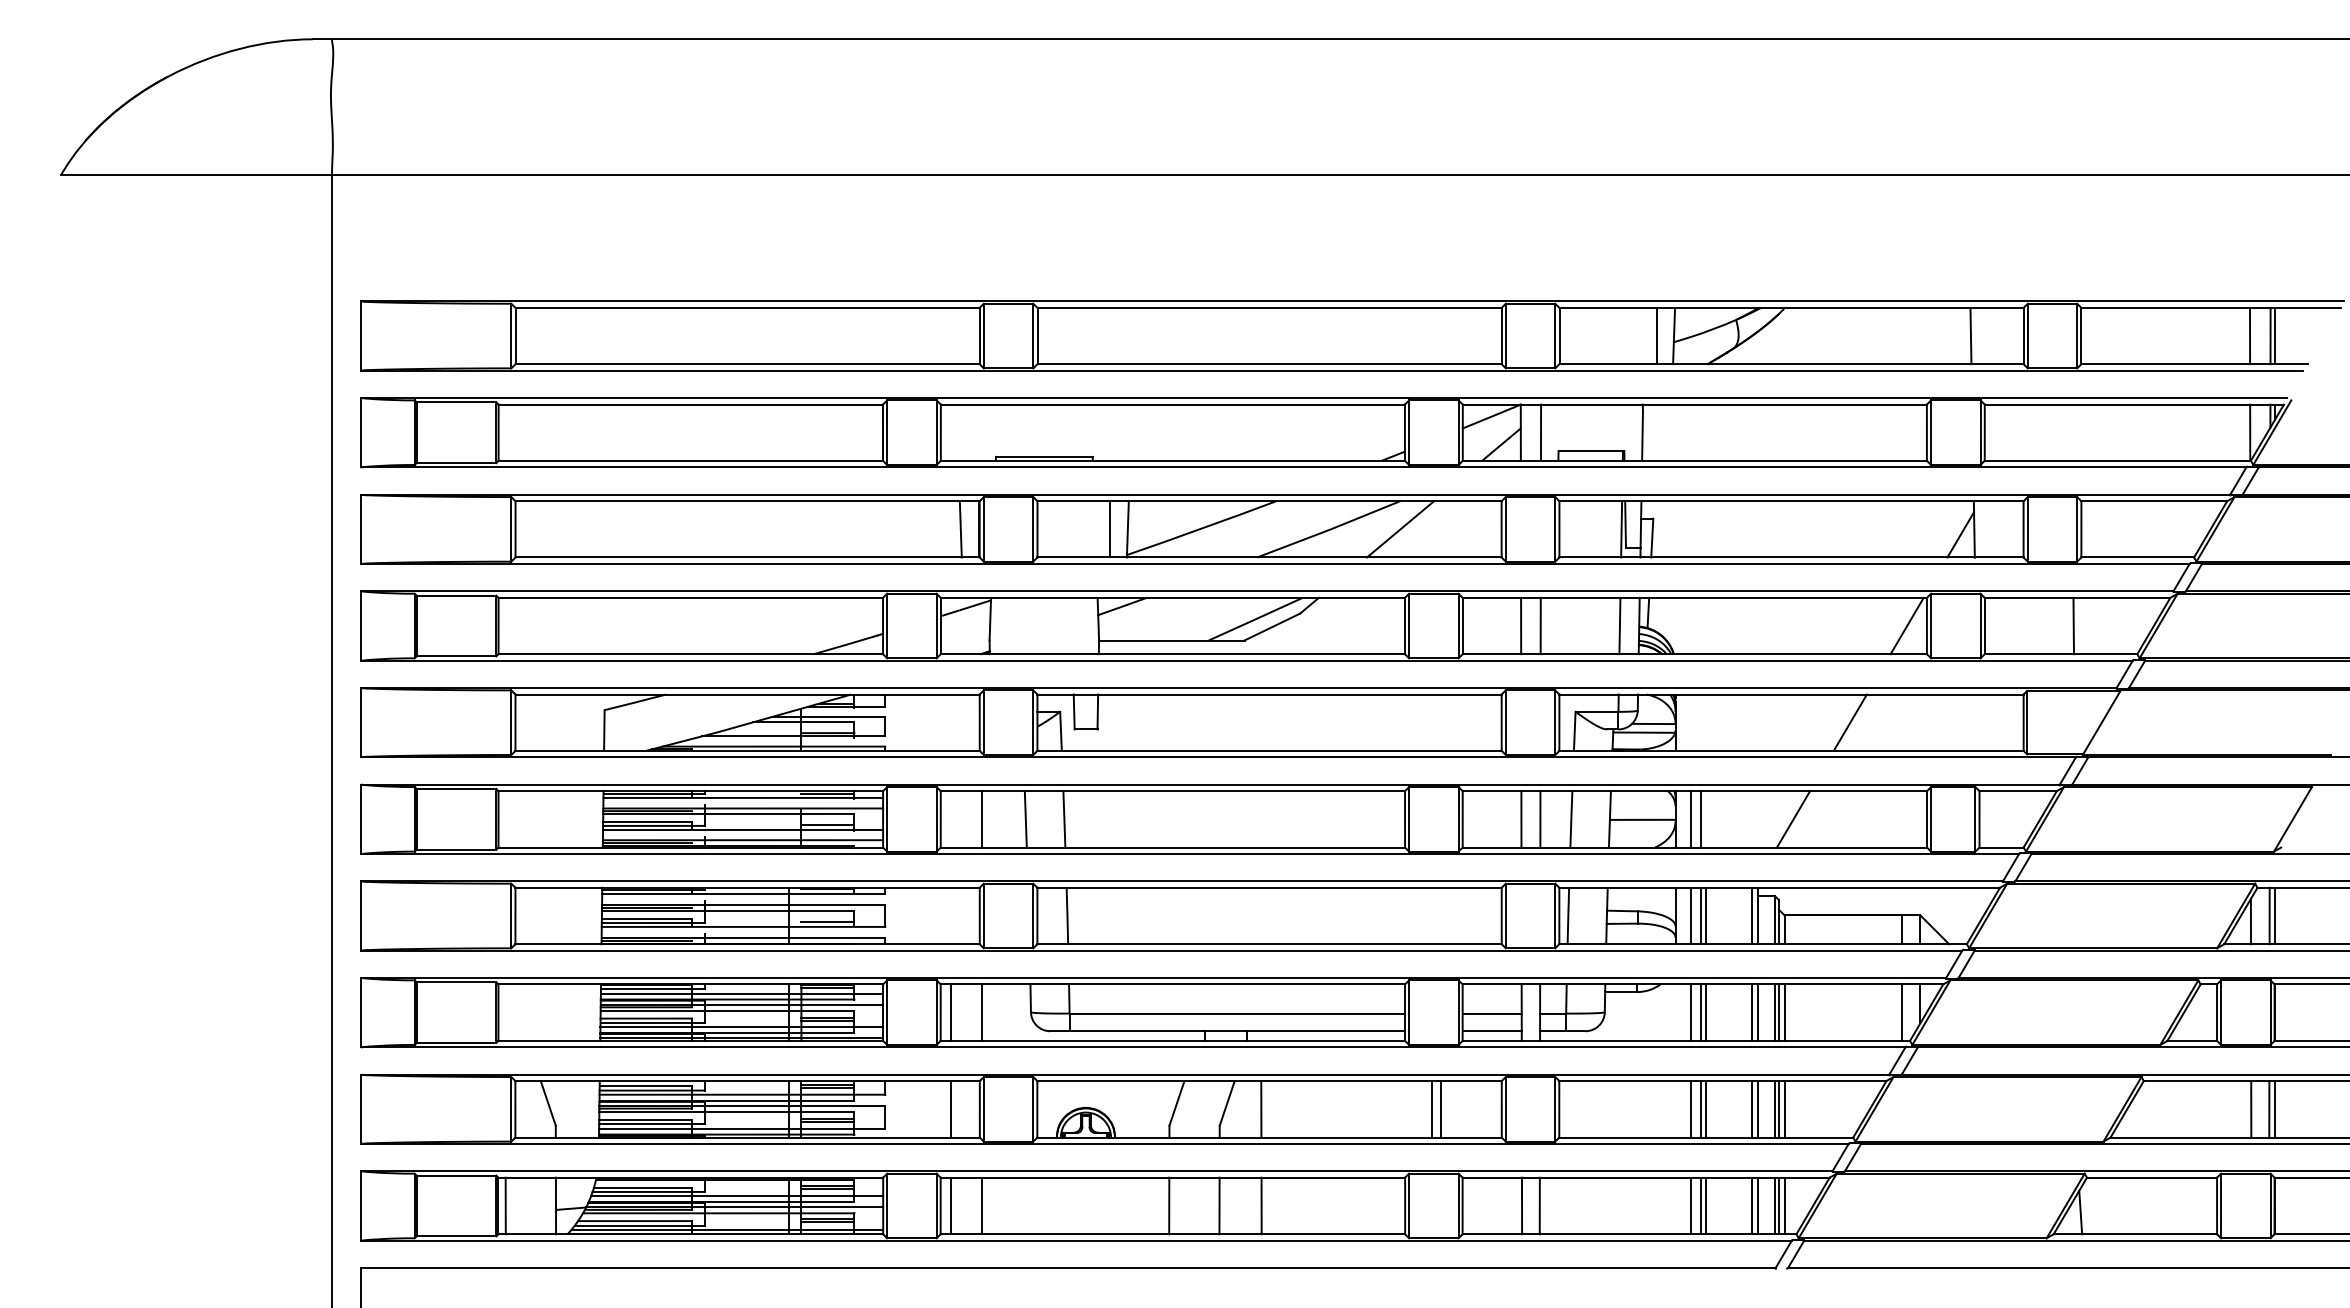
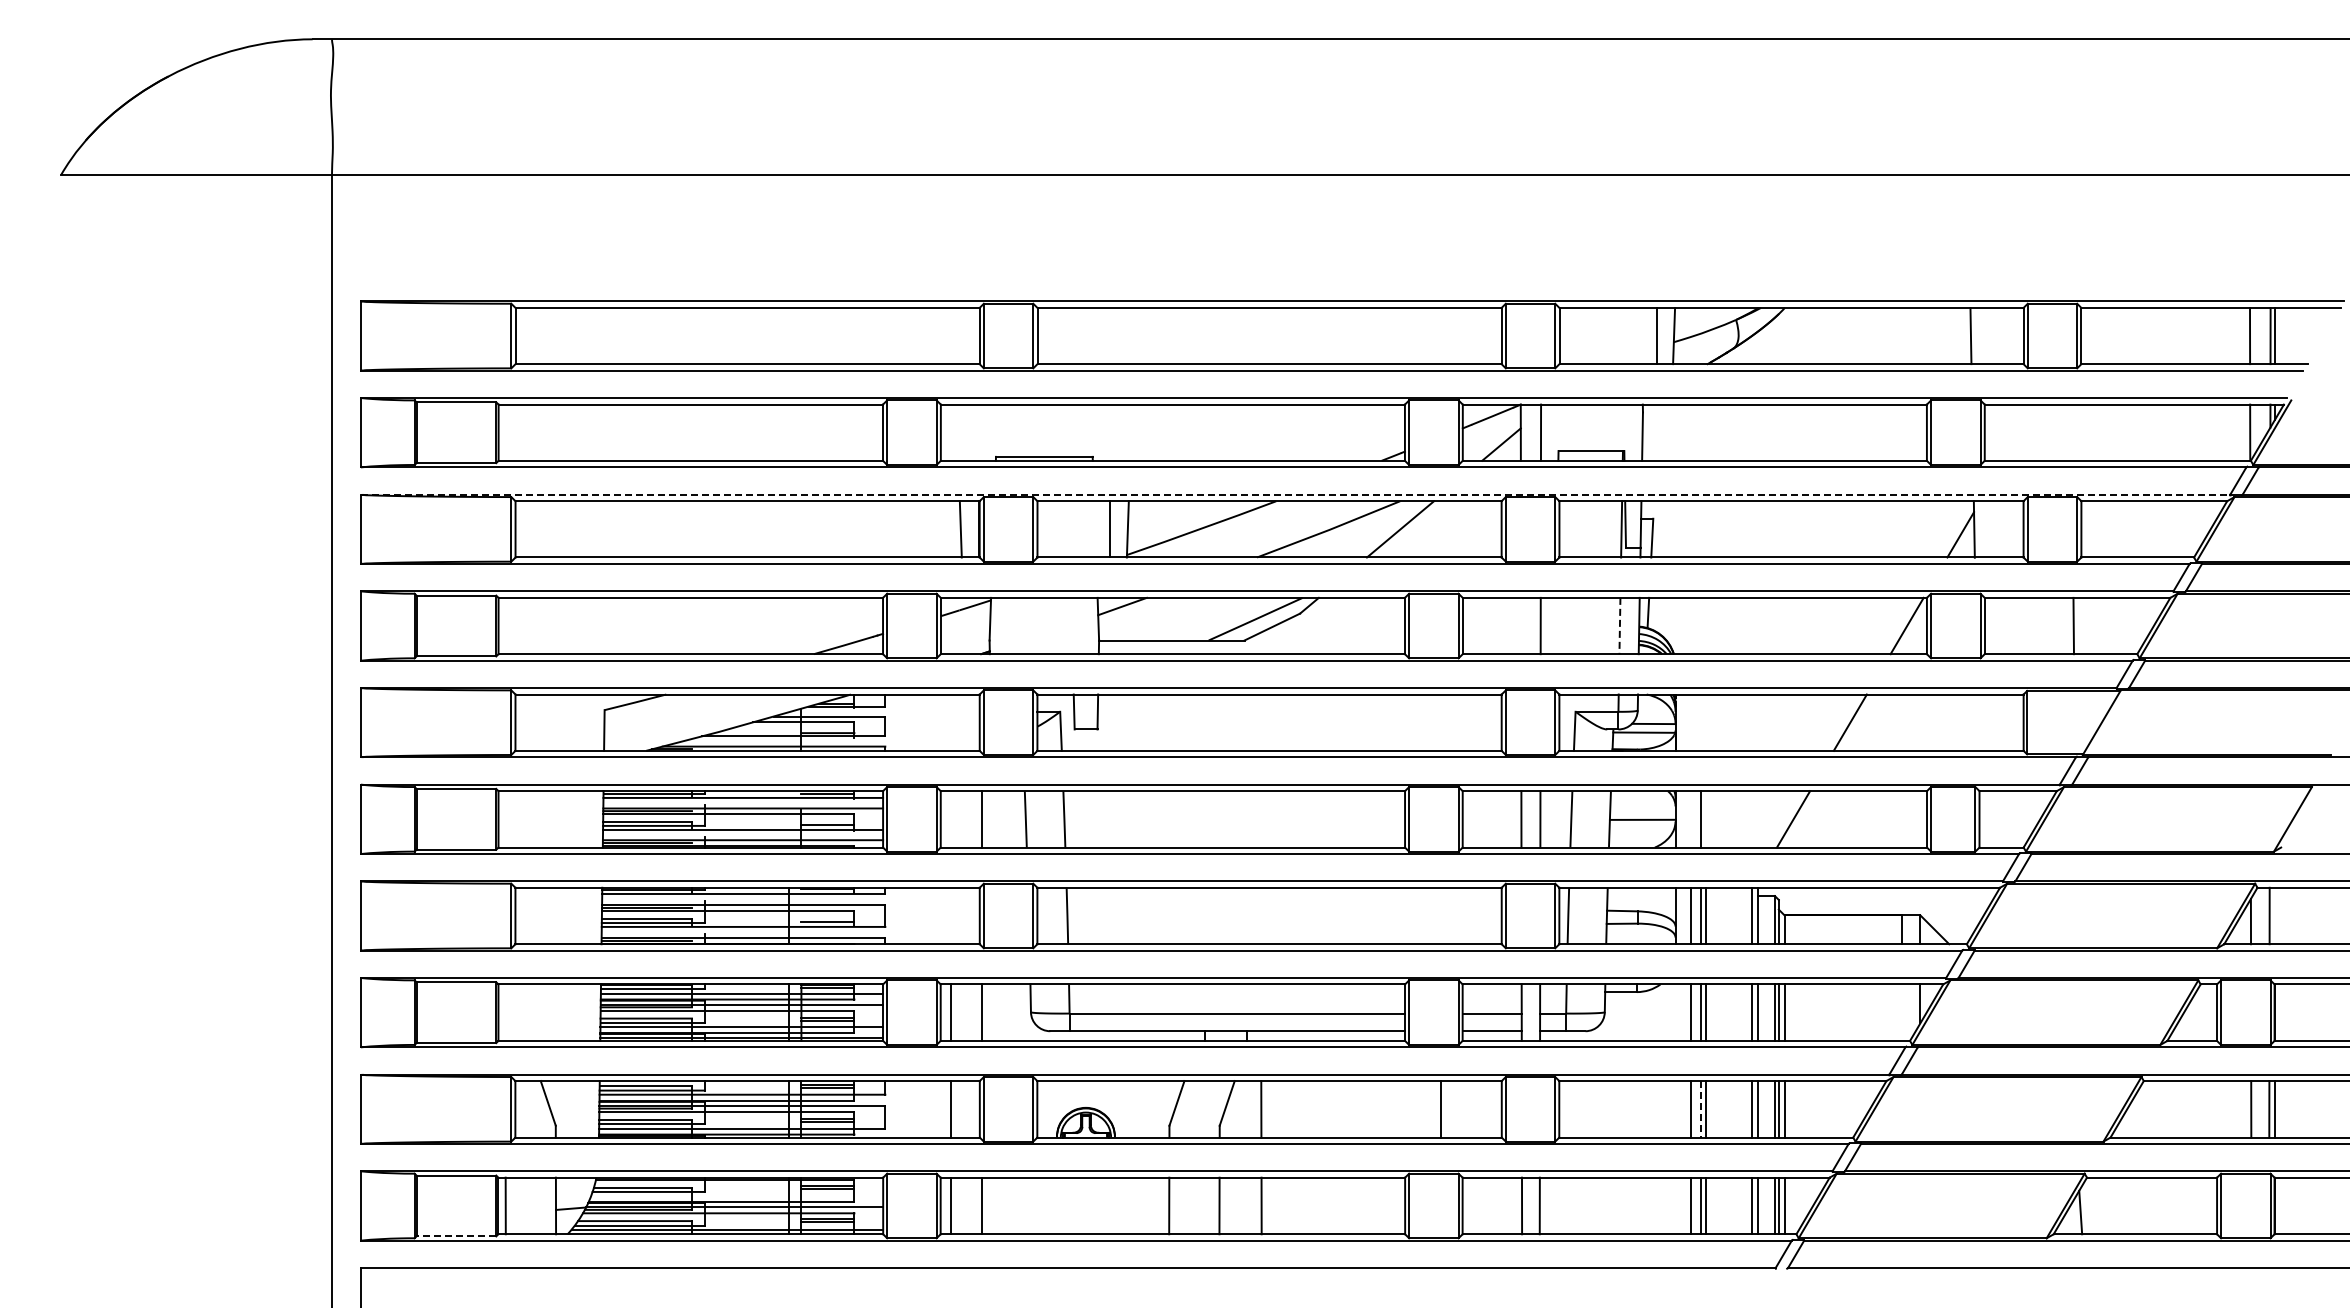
line at (1295, 494): solid -> dashed
line at (1521, 625): present -> none
line at (1619, 626): solid -> dashed
line at (1690, 819): present -> none
line at (2274, 915): present -> none
line at (1902, 1012): present -> none
line at (1431, 1109): present -> none
line at (1700, 1109): solid -> dashed
line at (737, 1196): present -> none
line at (456, 1236): solid -> dashed
